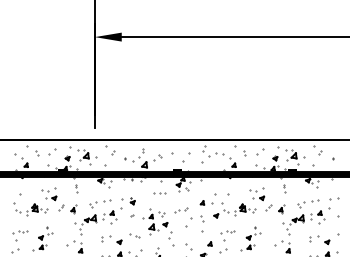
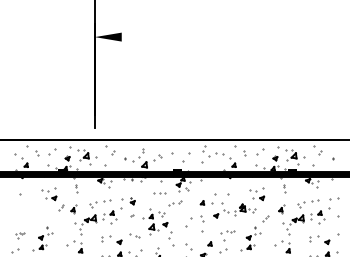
line at (233, 37): present -> none
part at (268, 207) position: (268, 207) -> (265, 218)
part at (30, 209): present -> none
part at (181, 210) position: (181, 210) -> (175, 203)
part at (20, 235) size: 17x12 px -> 11x8 px
